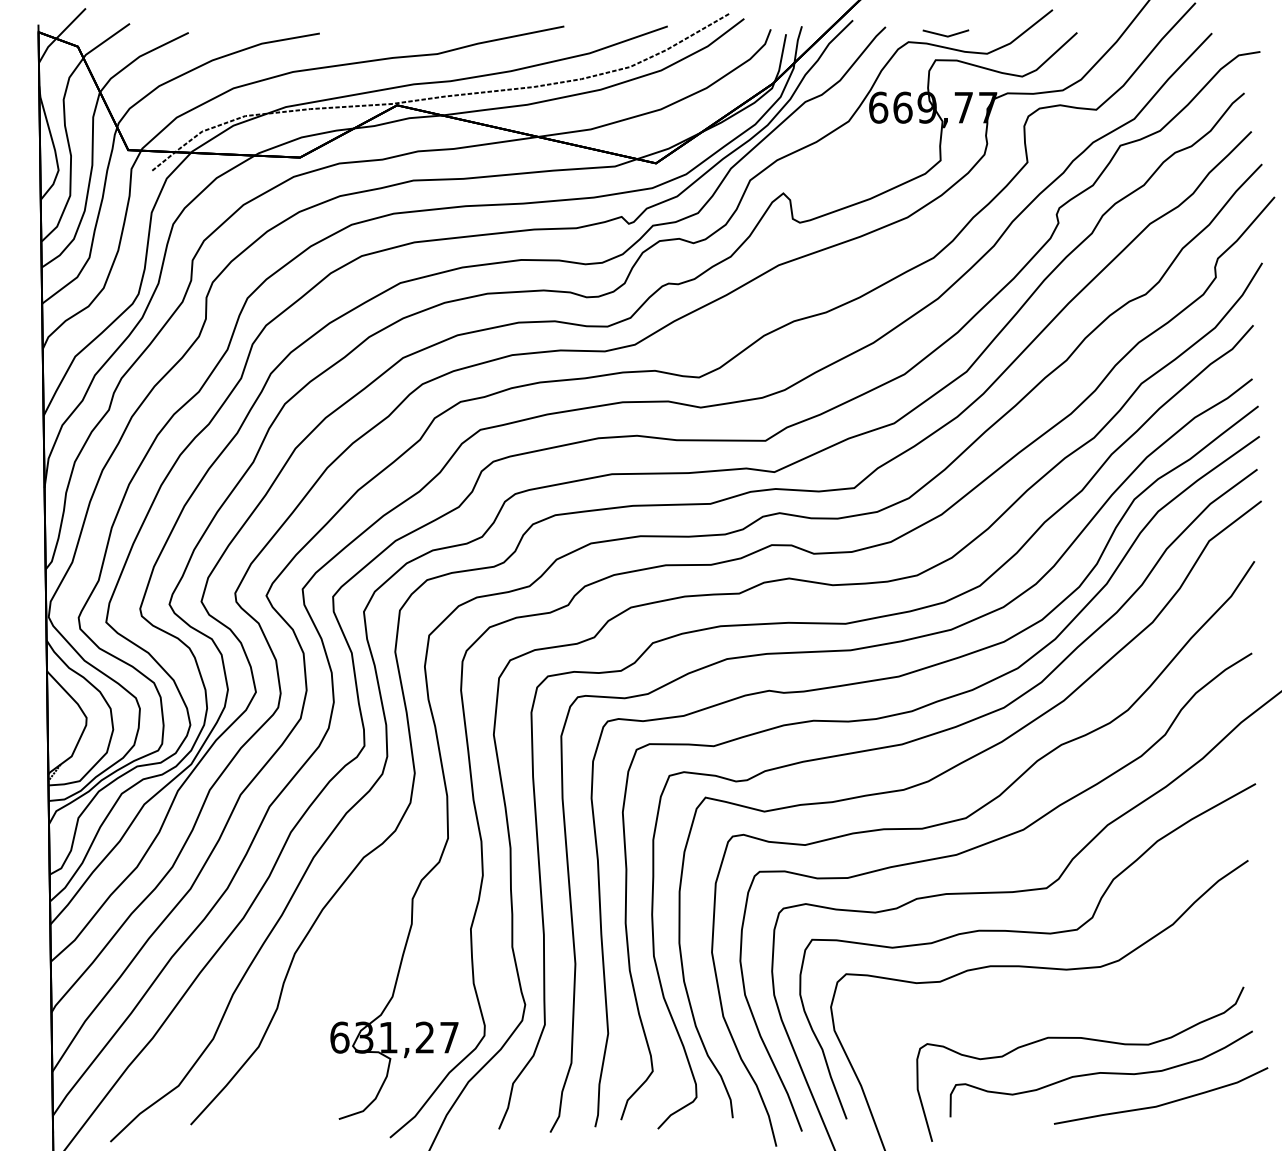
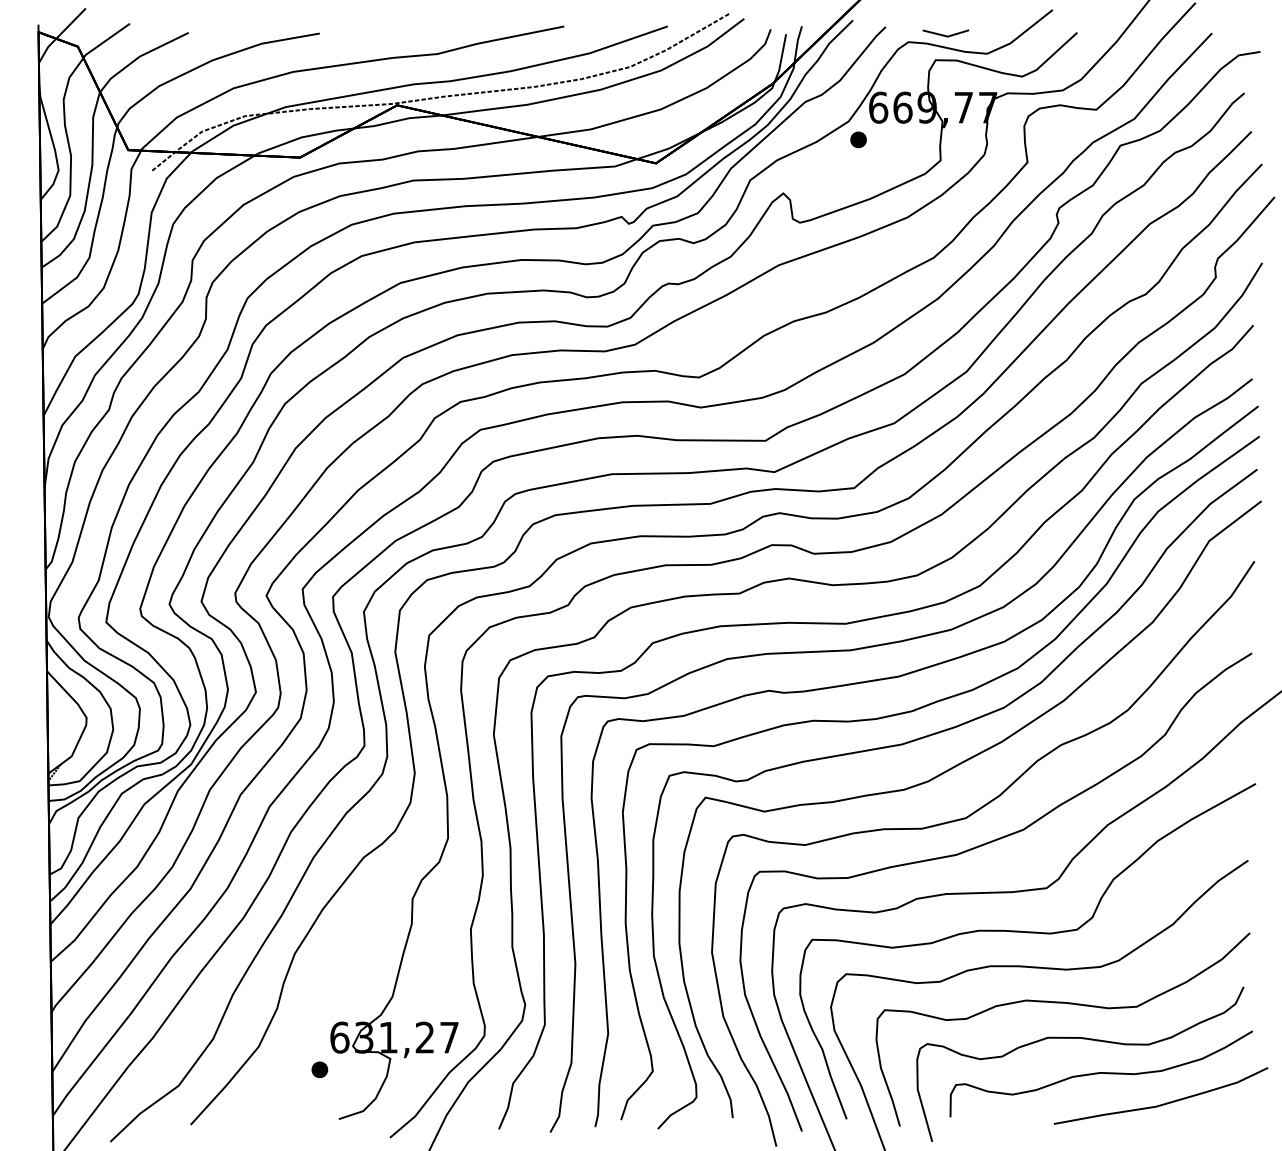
part at (858, 139): none -> present
part at (1068, 1004): none -> present
part at (319, 1069): none -> present
